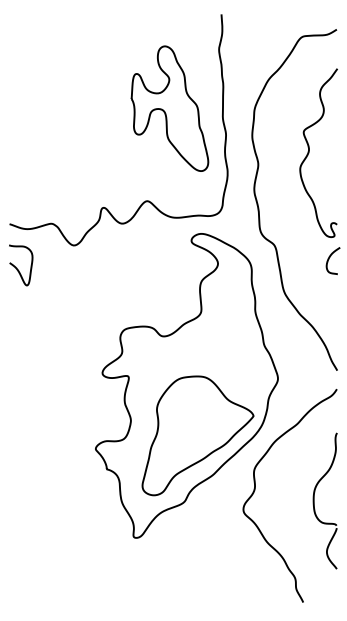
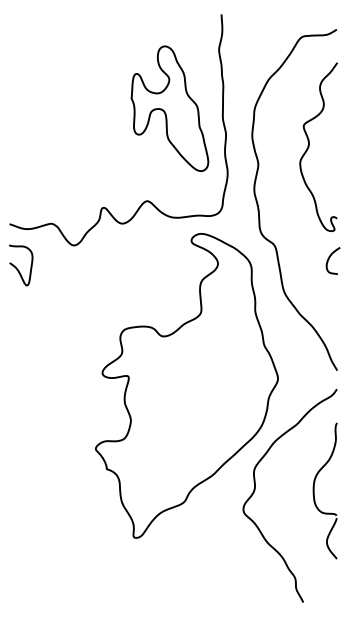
curve at (309, 152) position: (309, 152) -> (309, 146)
part at (197, 435): present -> none
part at (314, 500) position: (314, 500) -> (314, 490)
